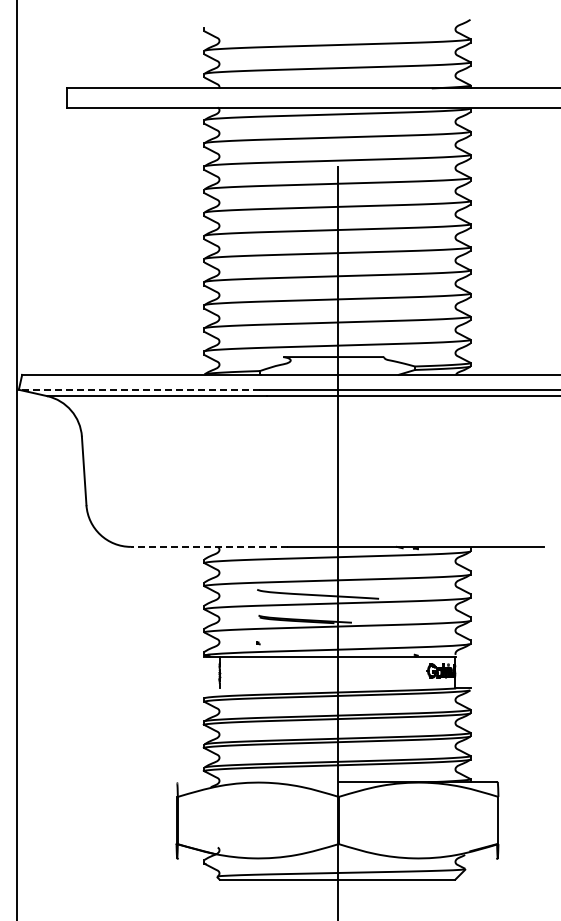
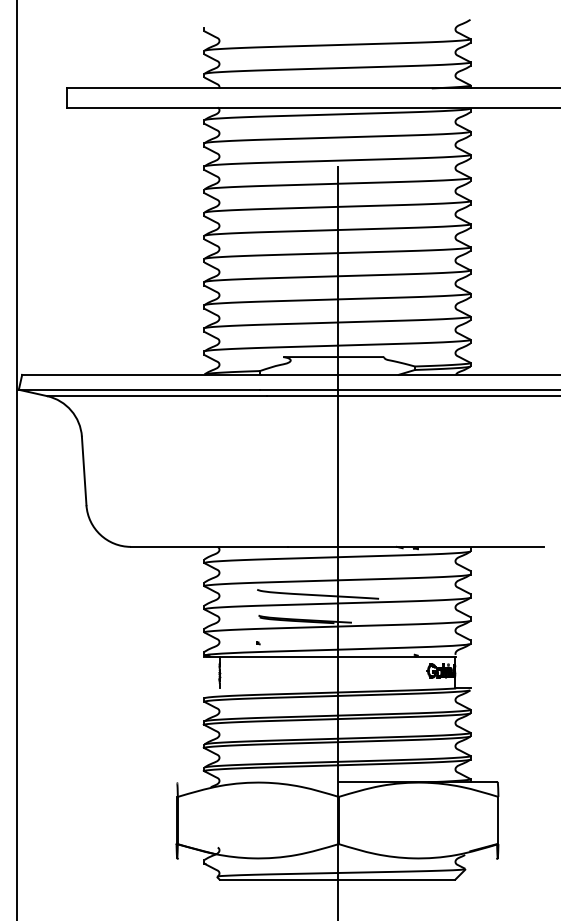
line at (139, 389): dashed -> solid
line at (208, 546): dashed -> solid
